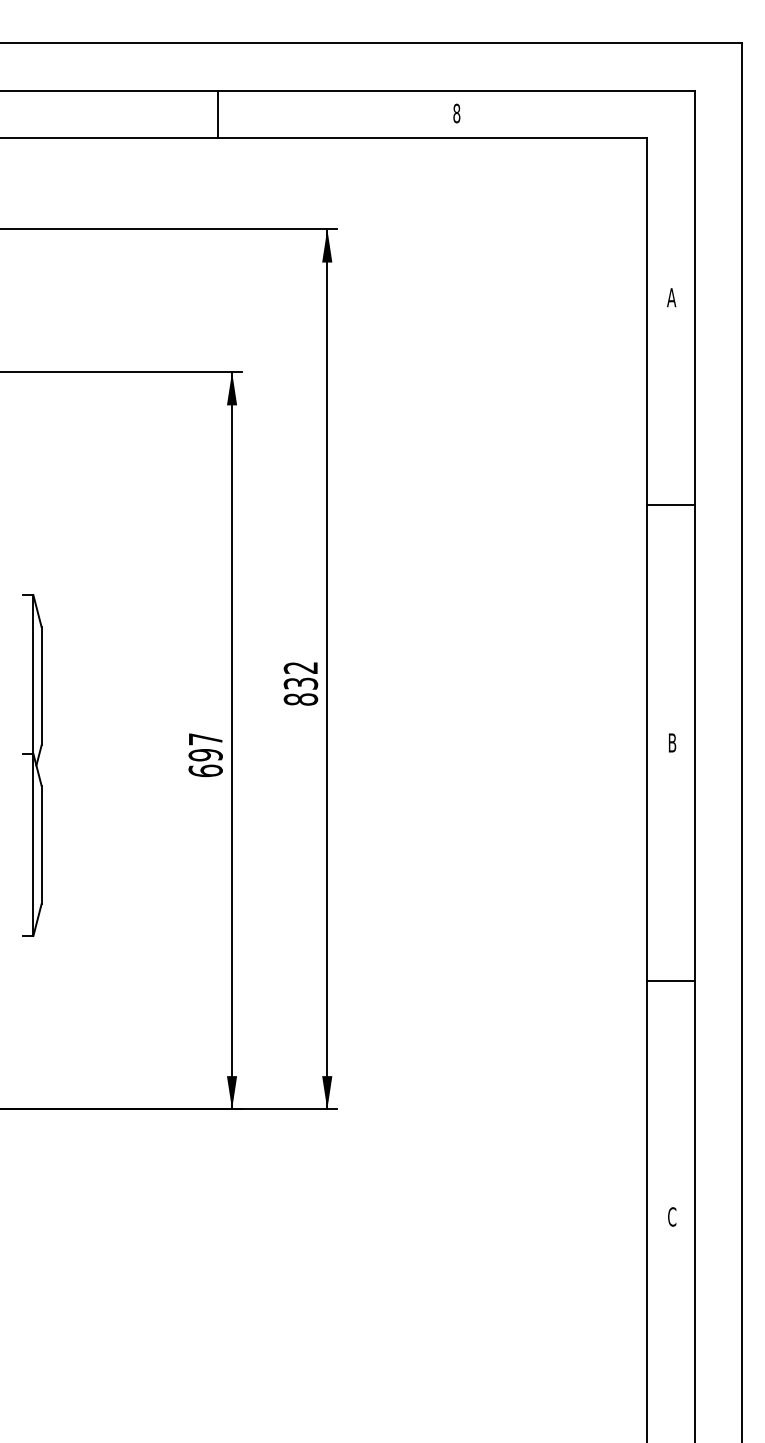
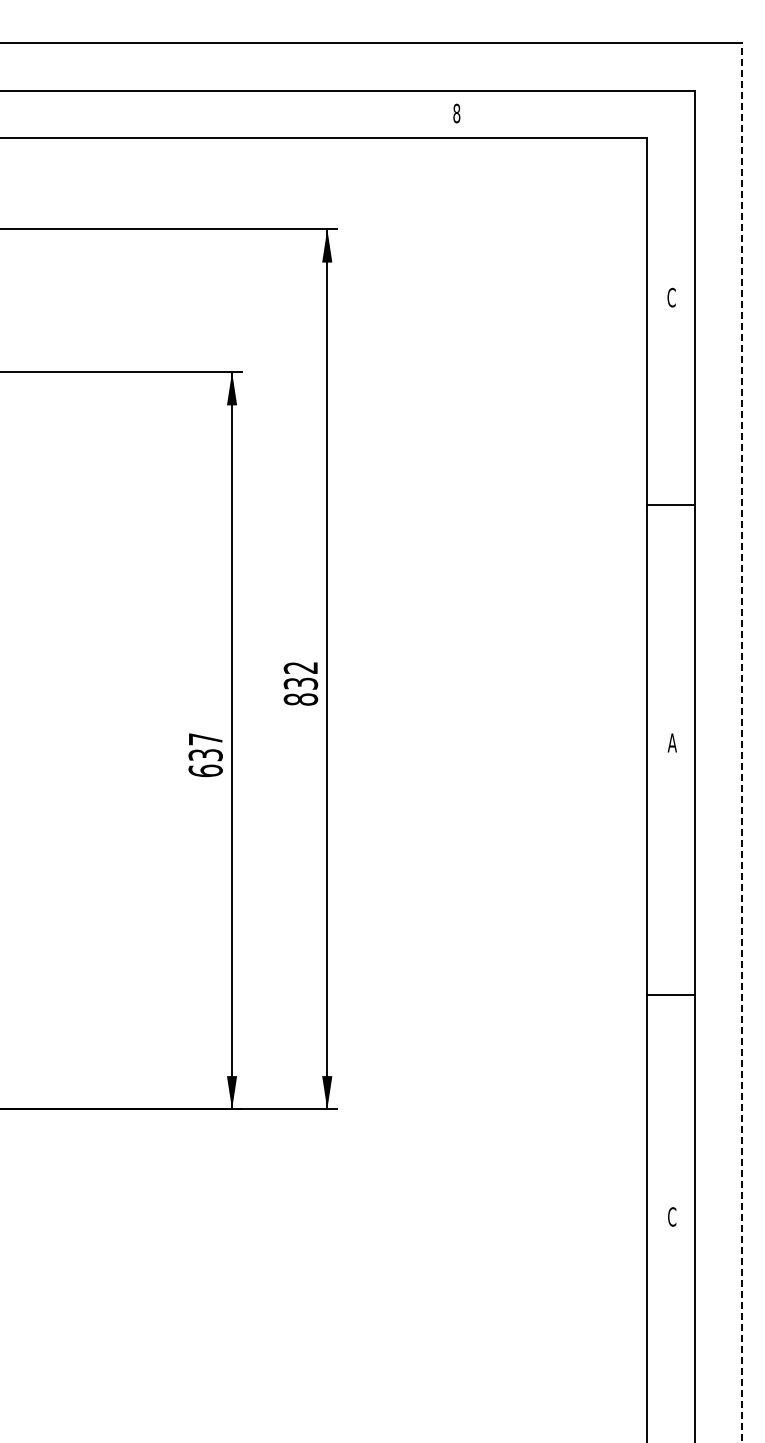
line at (218, 114): present -> none
text at (671, 297): A -> C
text at (671, 742): B -> A
line at (742, 742): solid -> dashed
text at (205, 755): 697 -> 637
part at (32, 765): present -> none
line at (670, 981) position: (670, 981) -> (670, 995)
